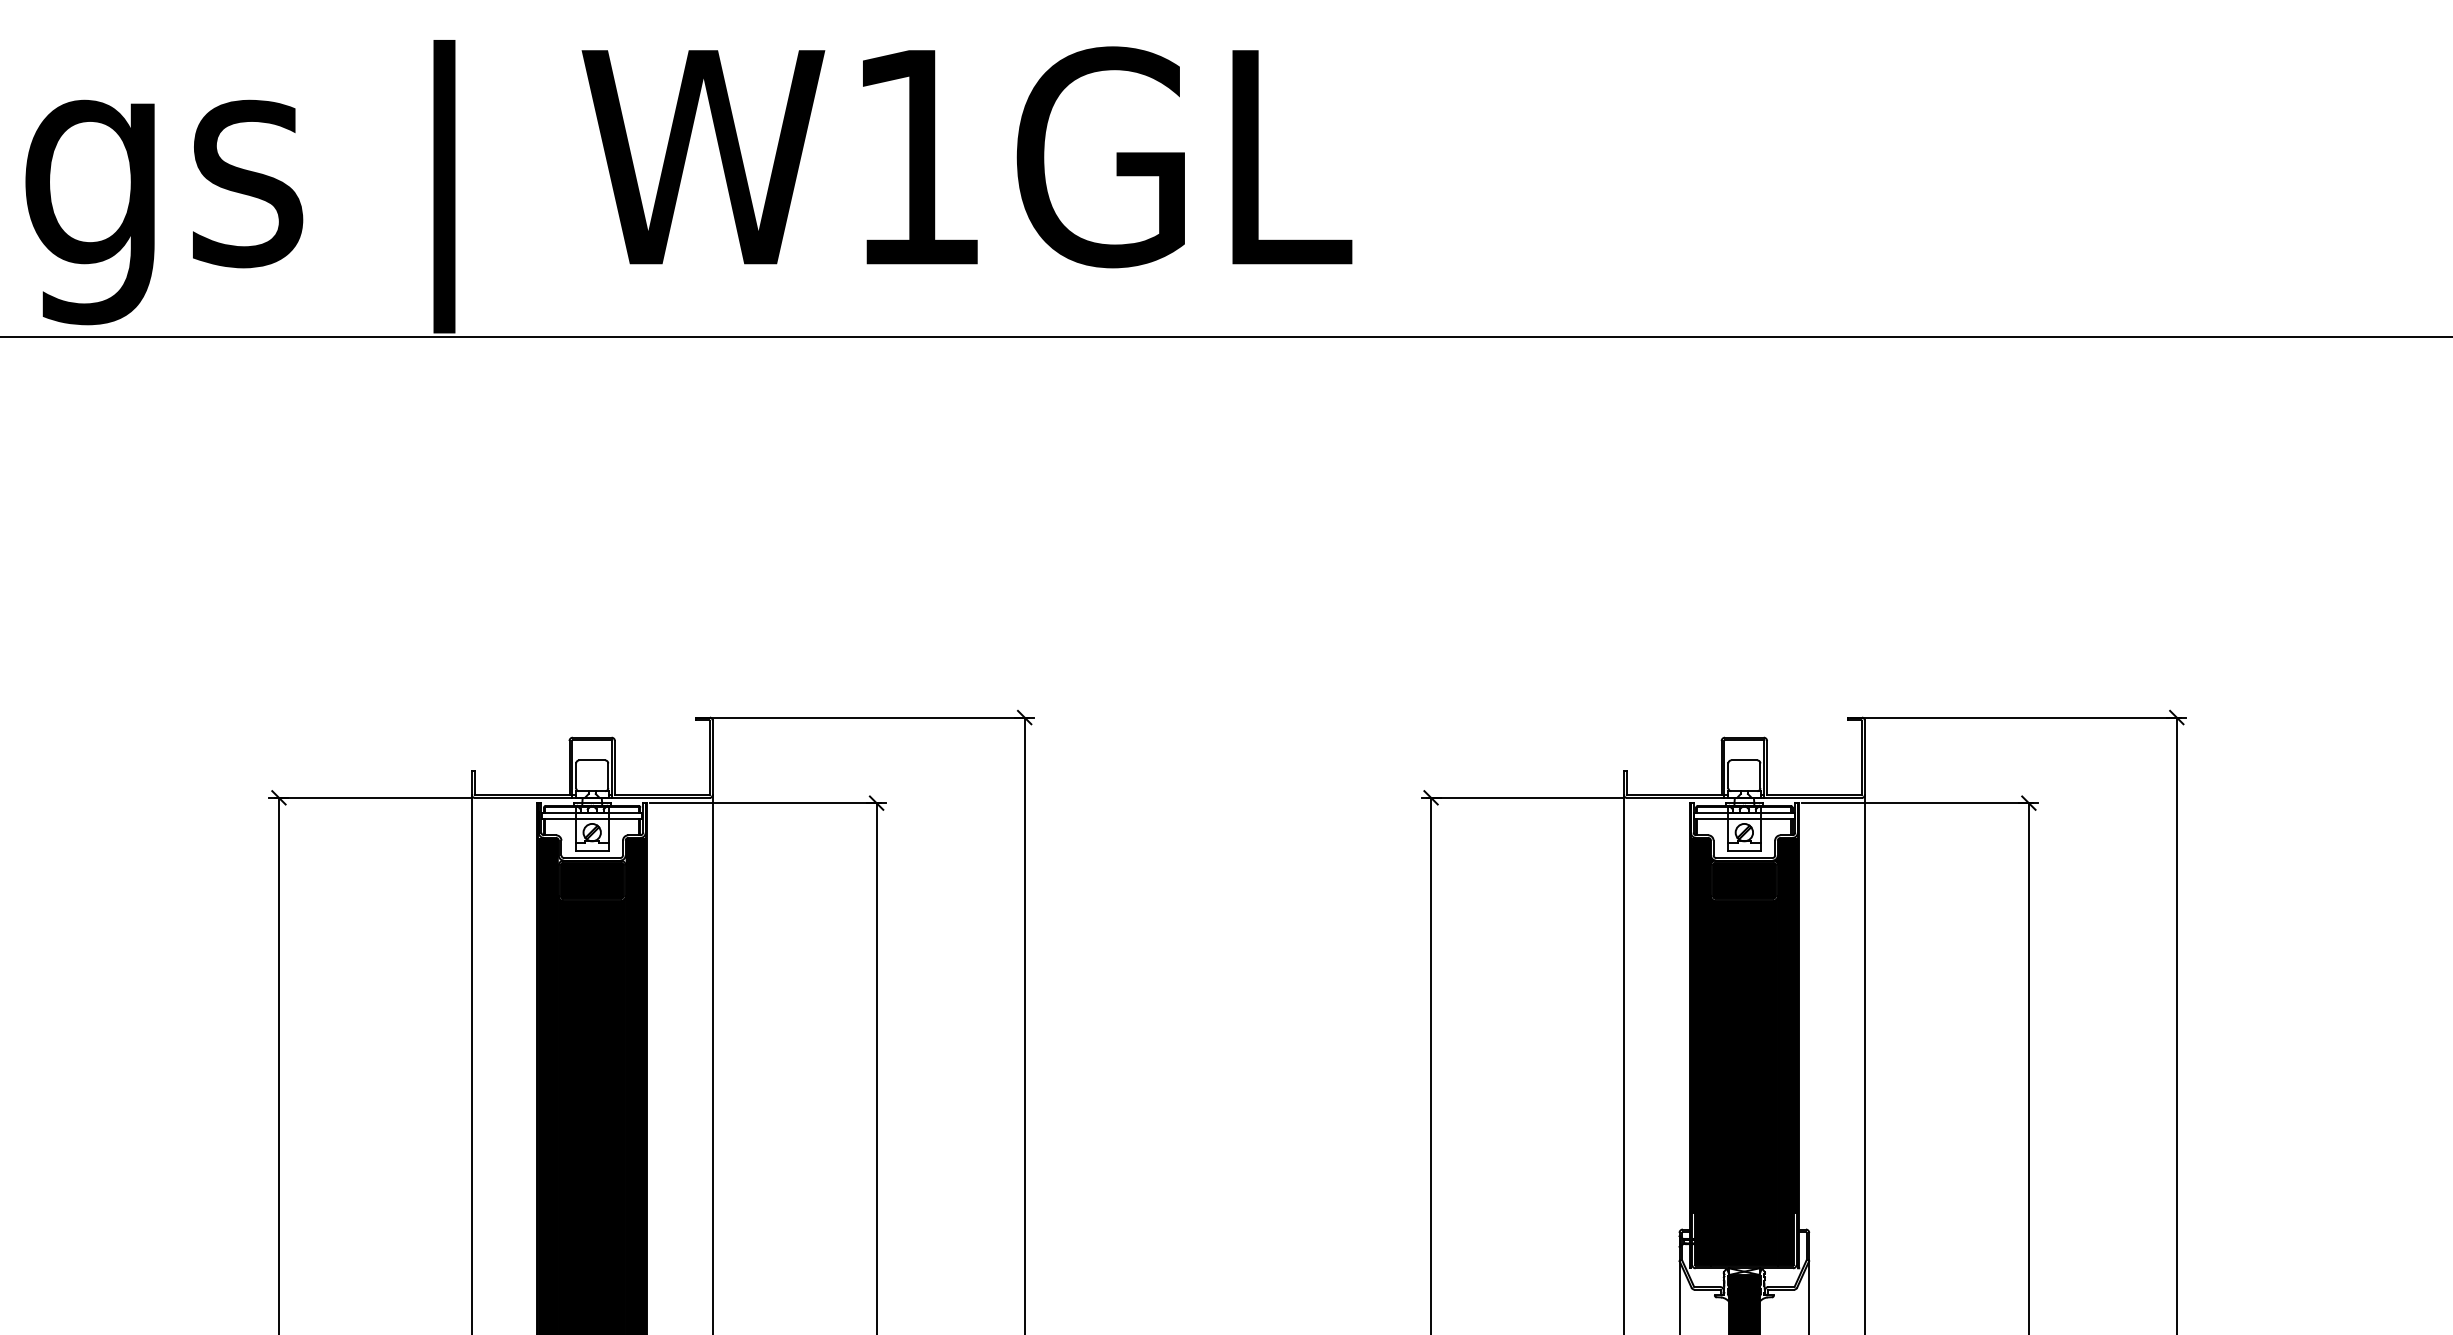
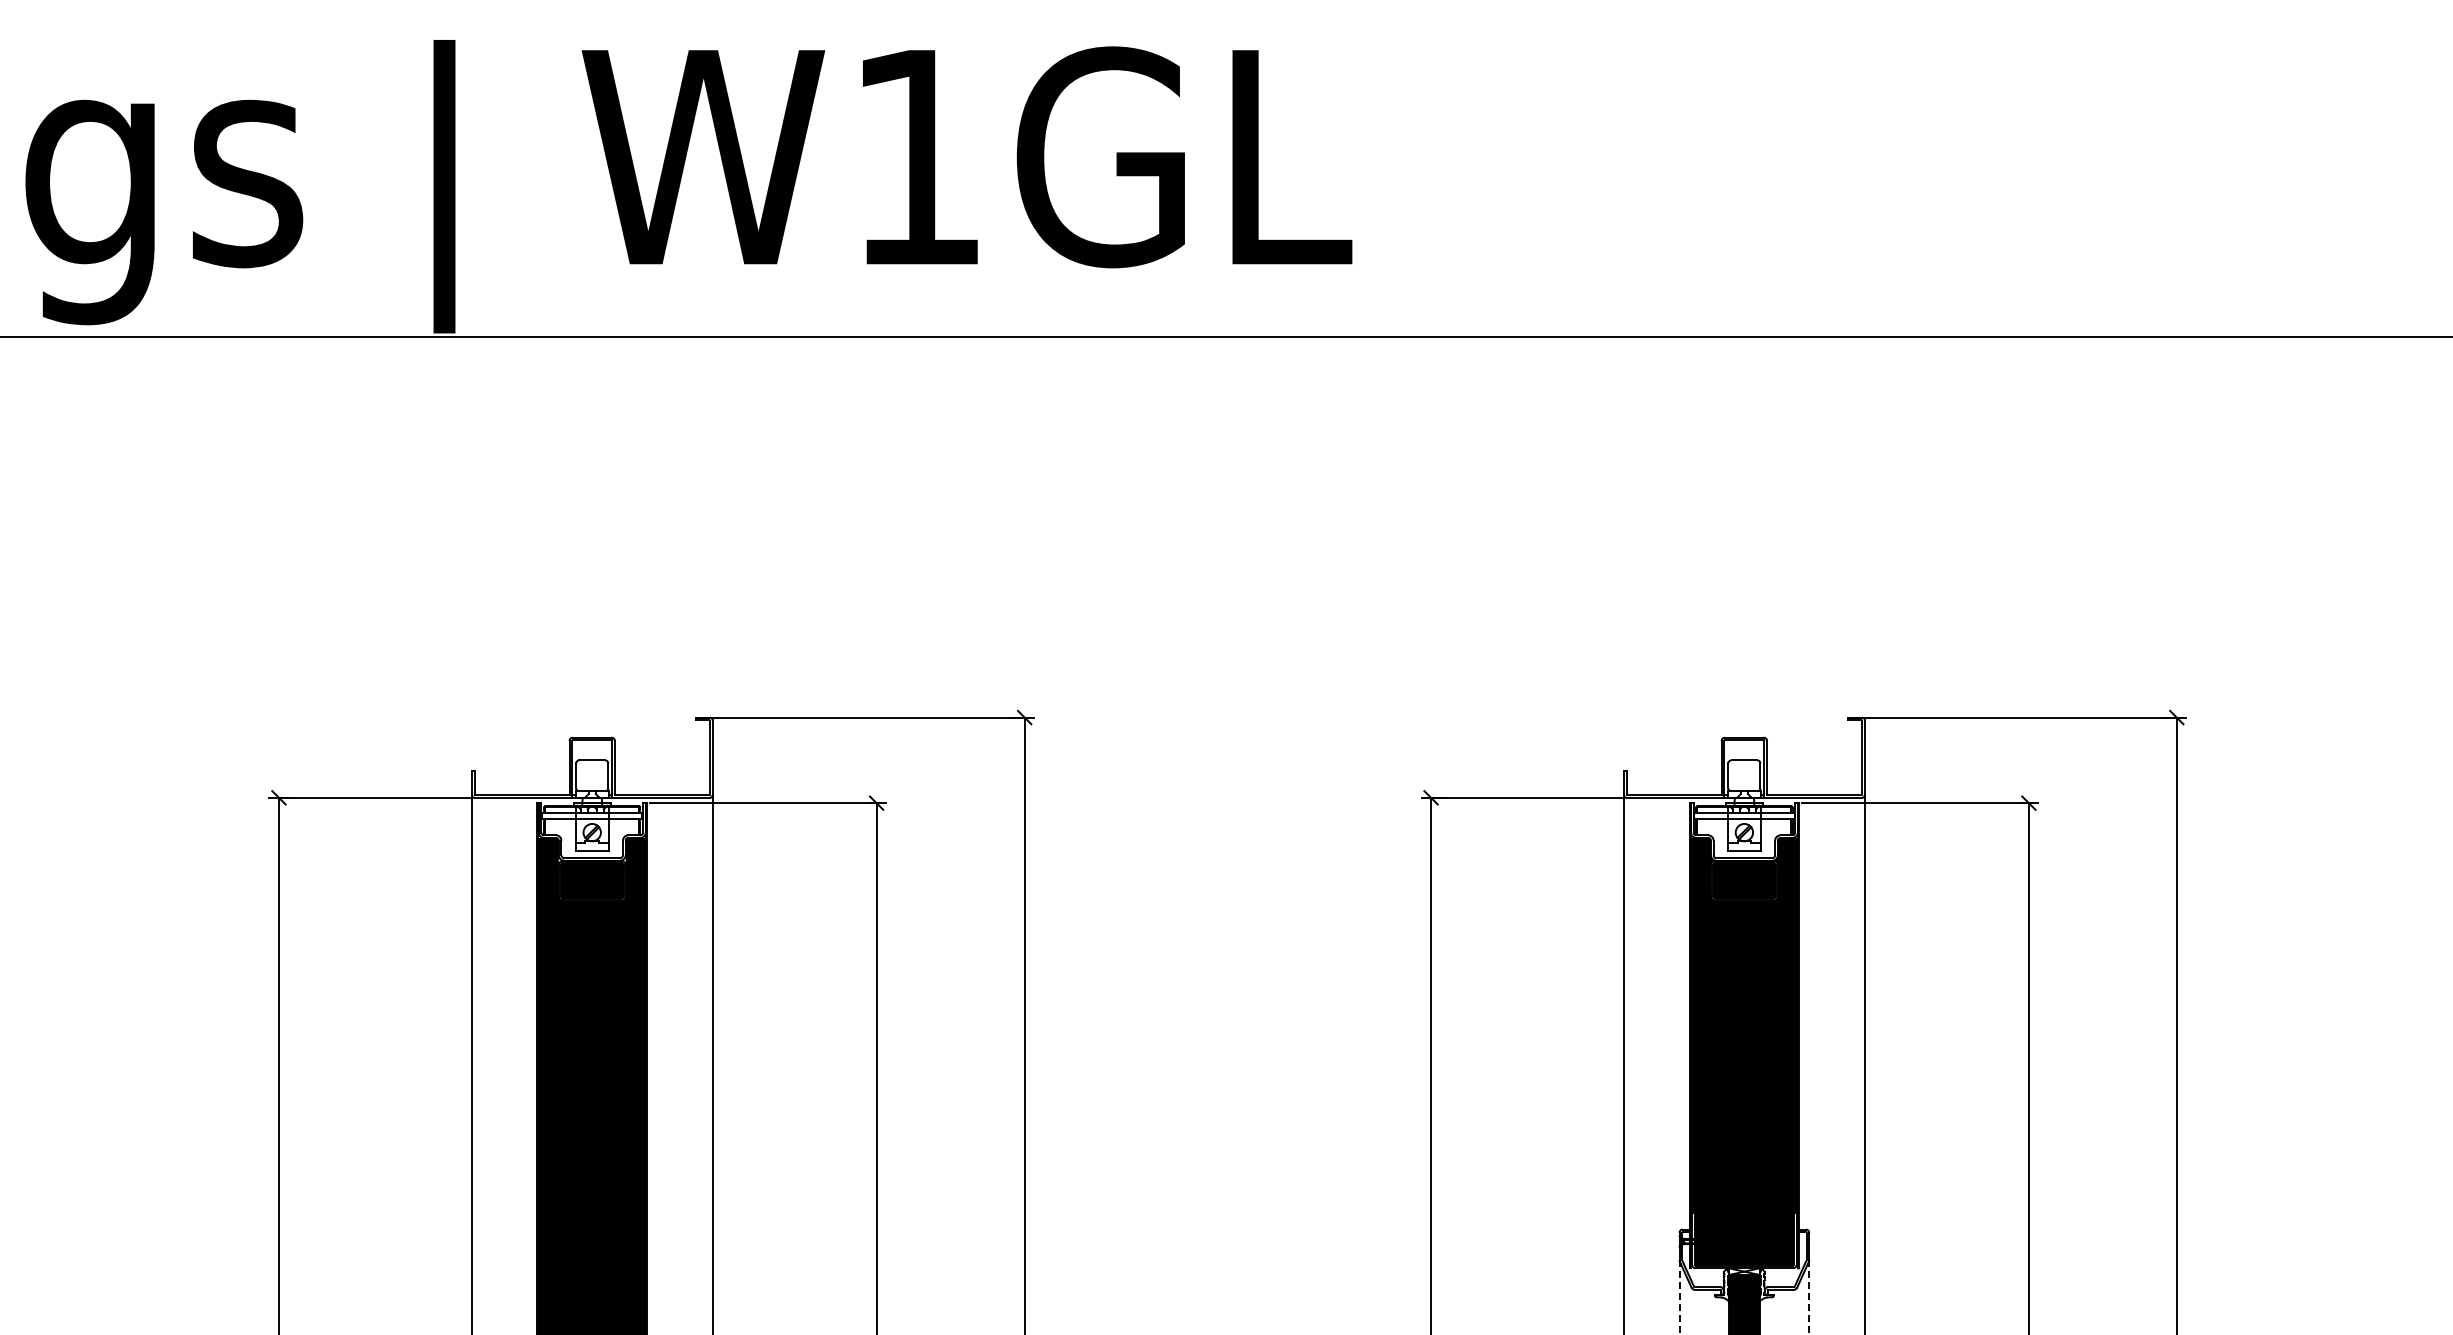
line at (1679, 1297): solid -> dashed
line at (1809, 1297): solid -> dashed
